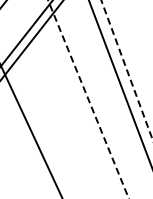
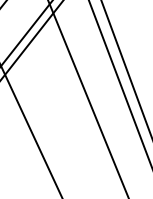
line at (126, 69): dashed -> solid
line at (88, 99): dashed -> solid
